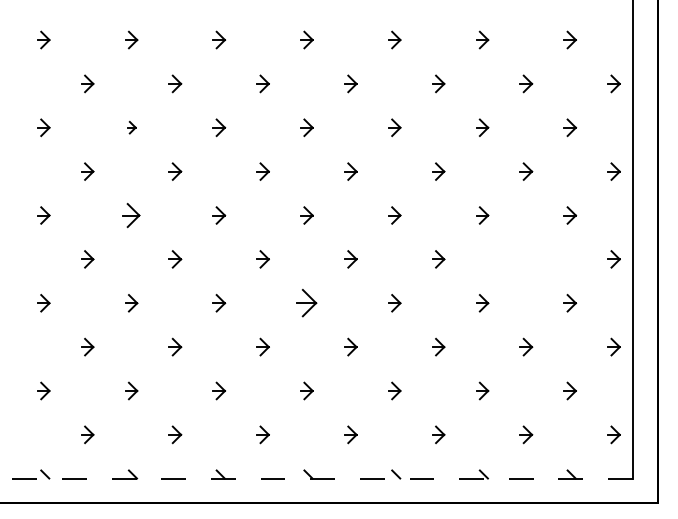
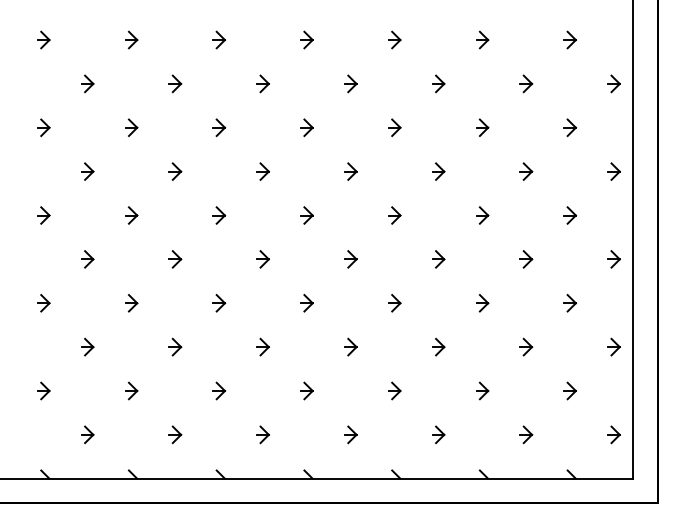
part at (131, 127) size: 10x15 px -> 14x19 px
part at (131, 215) size: 19x26 px -> 14x19 px
part at (526, 259): none -> present
part at (306, 303) size: 22x29 px -> 14x19 px
line at (316, 478): dashed -> solid
